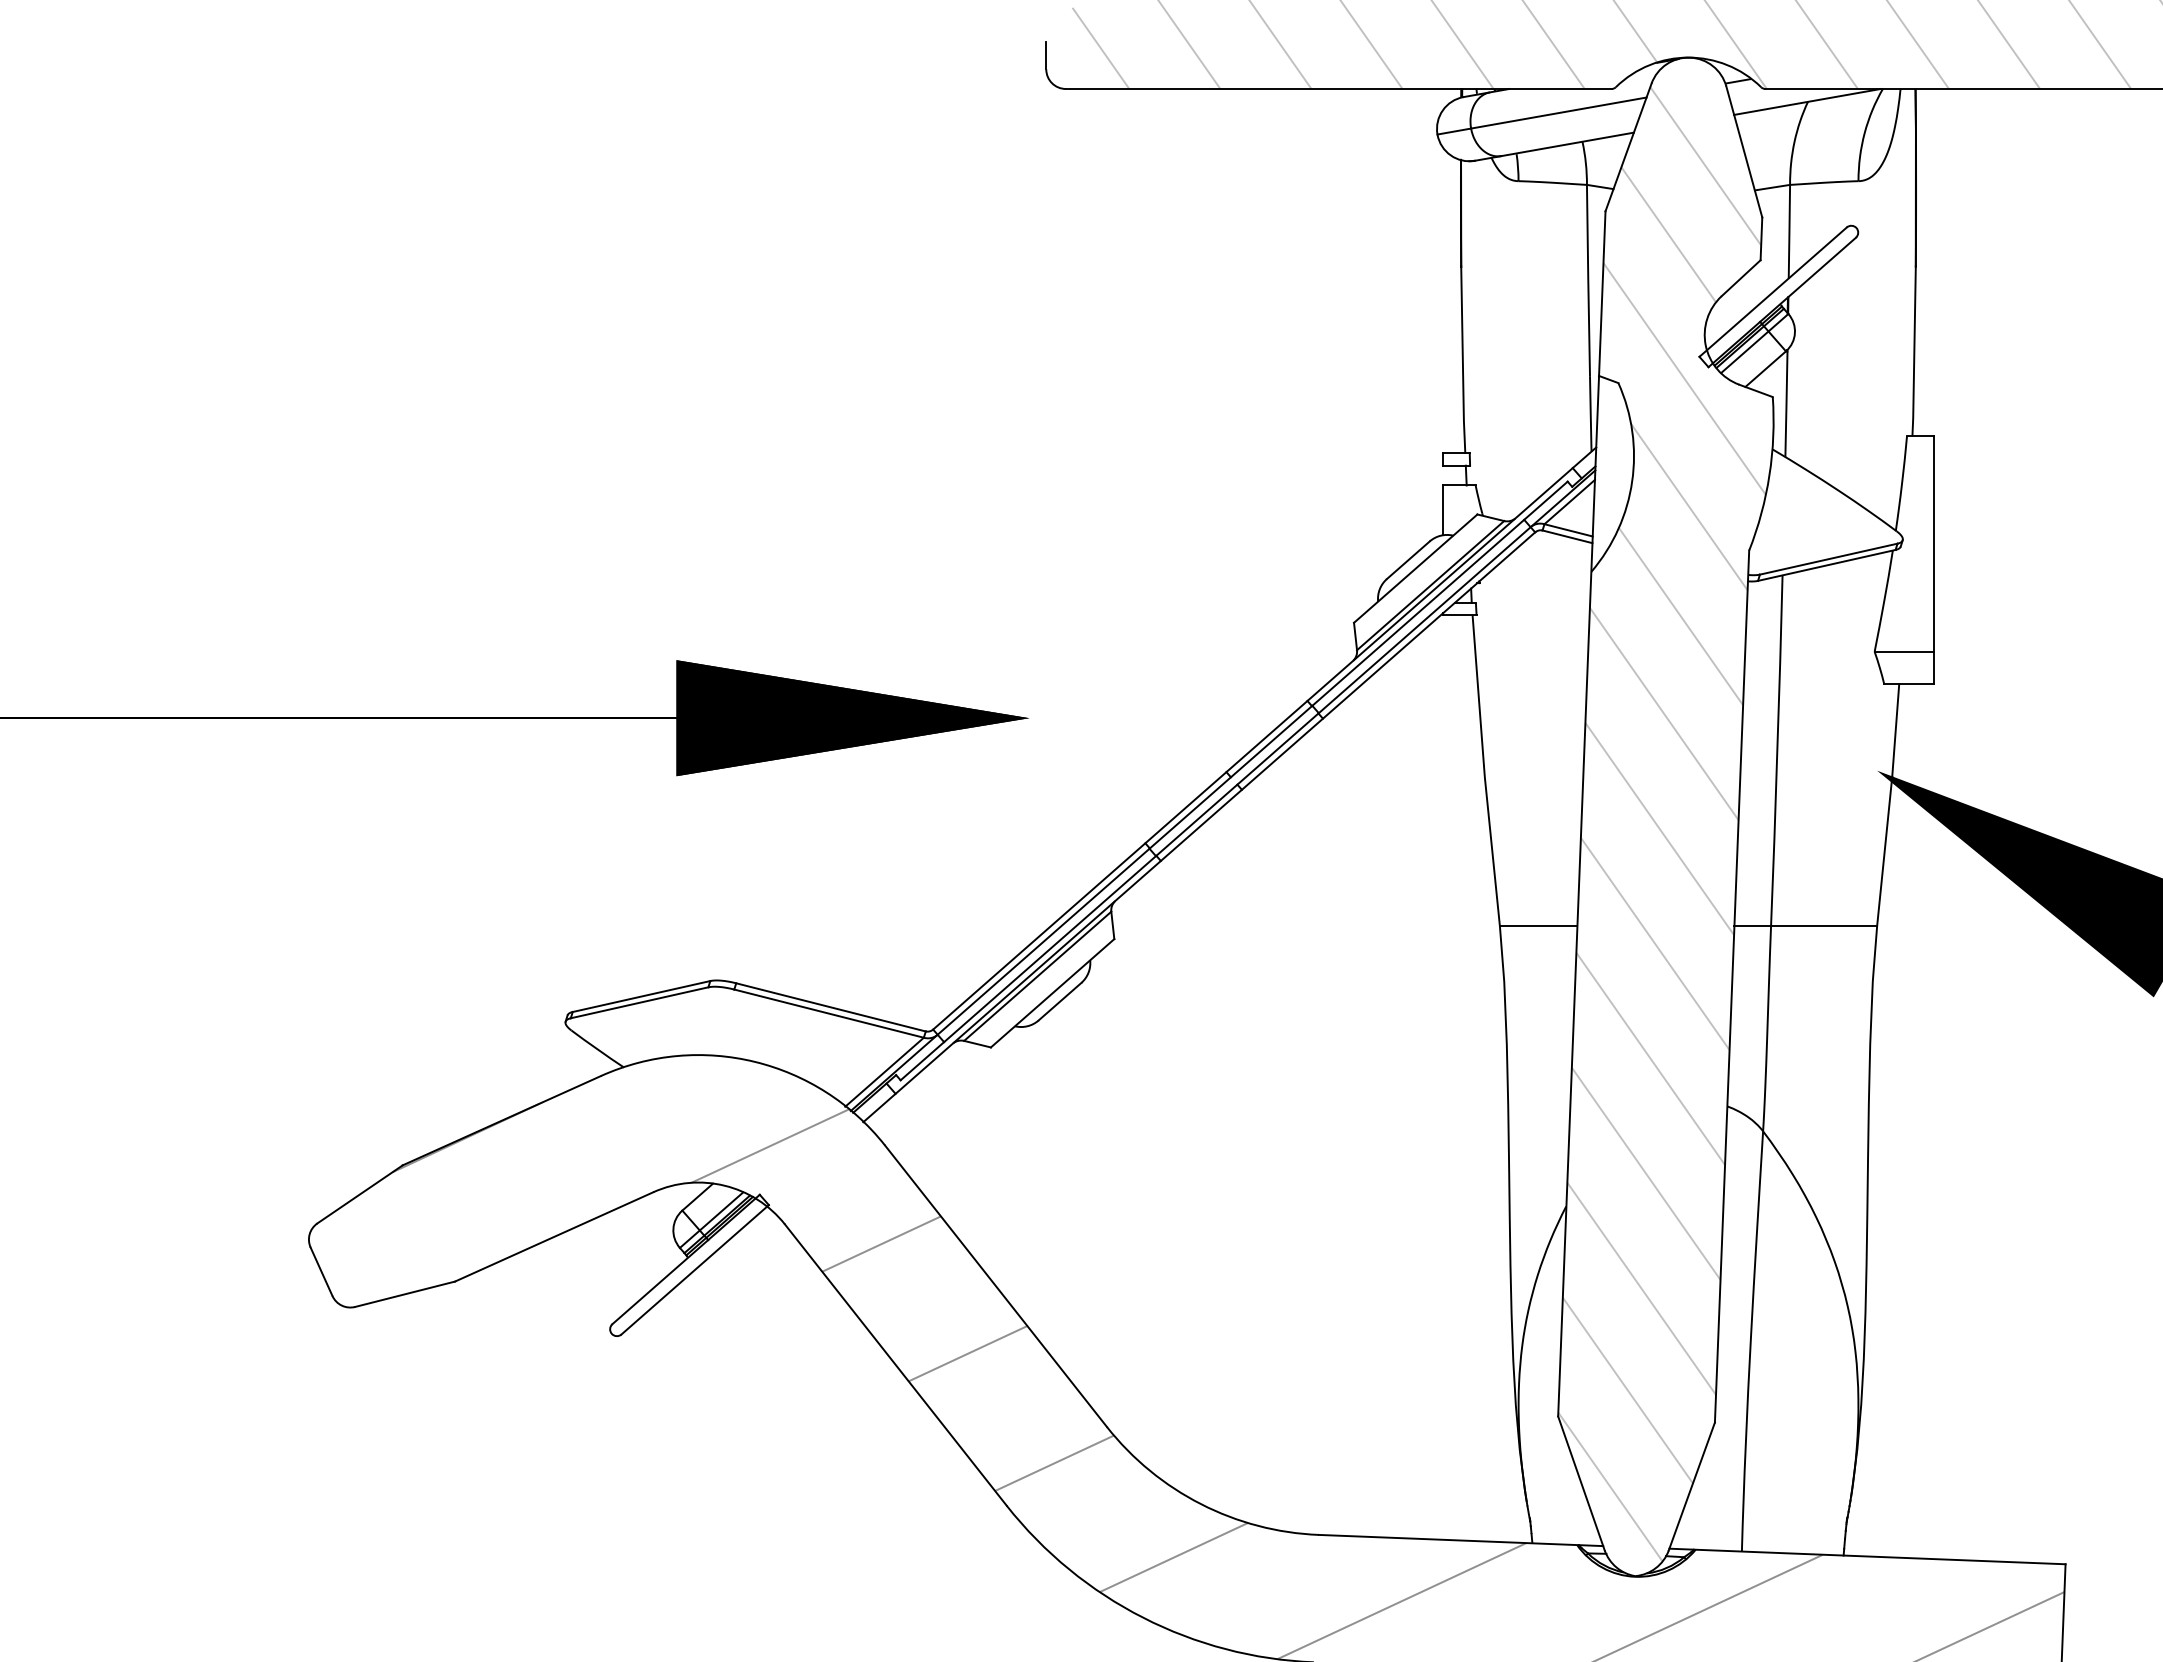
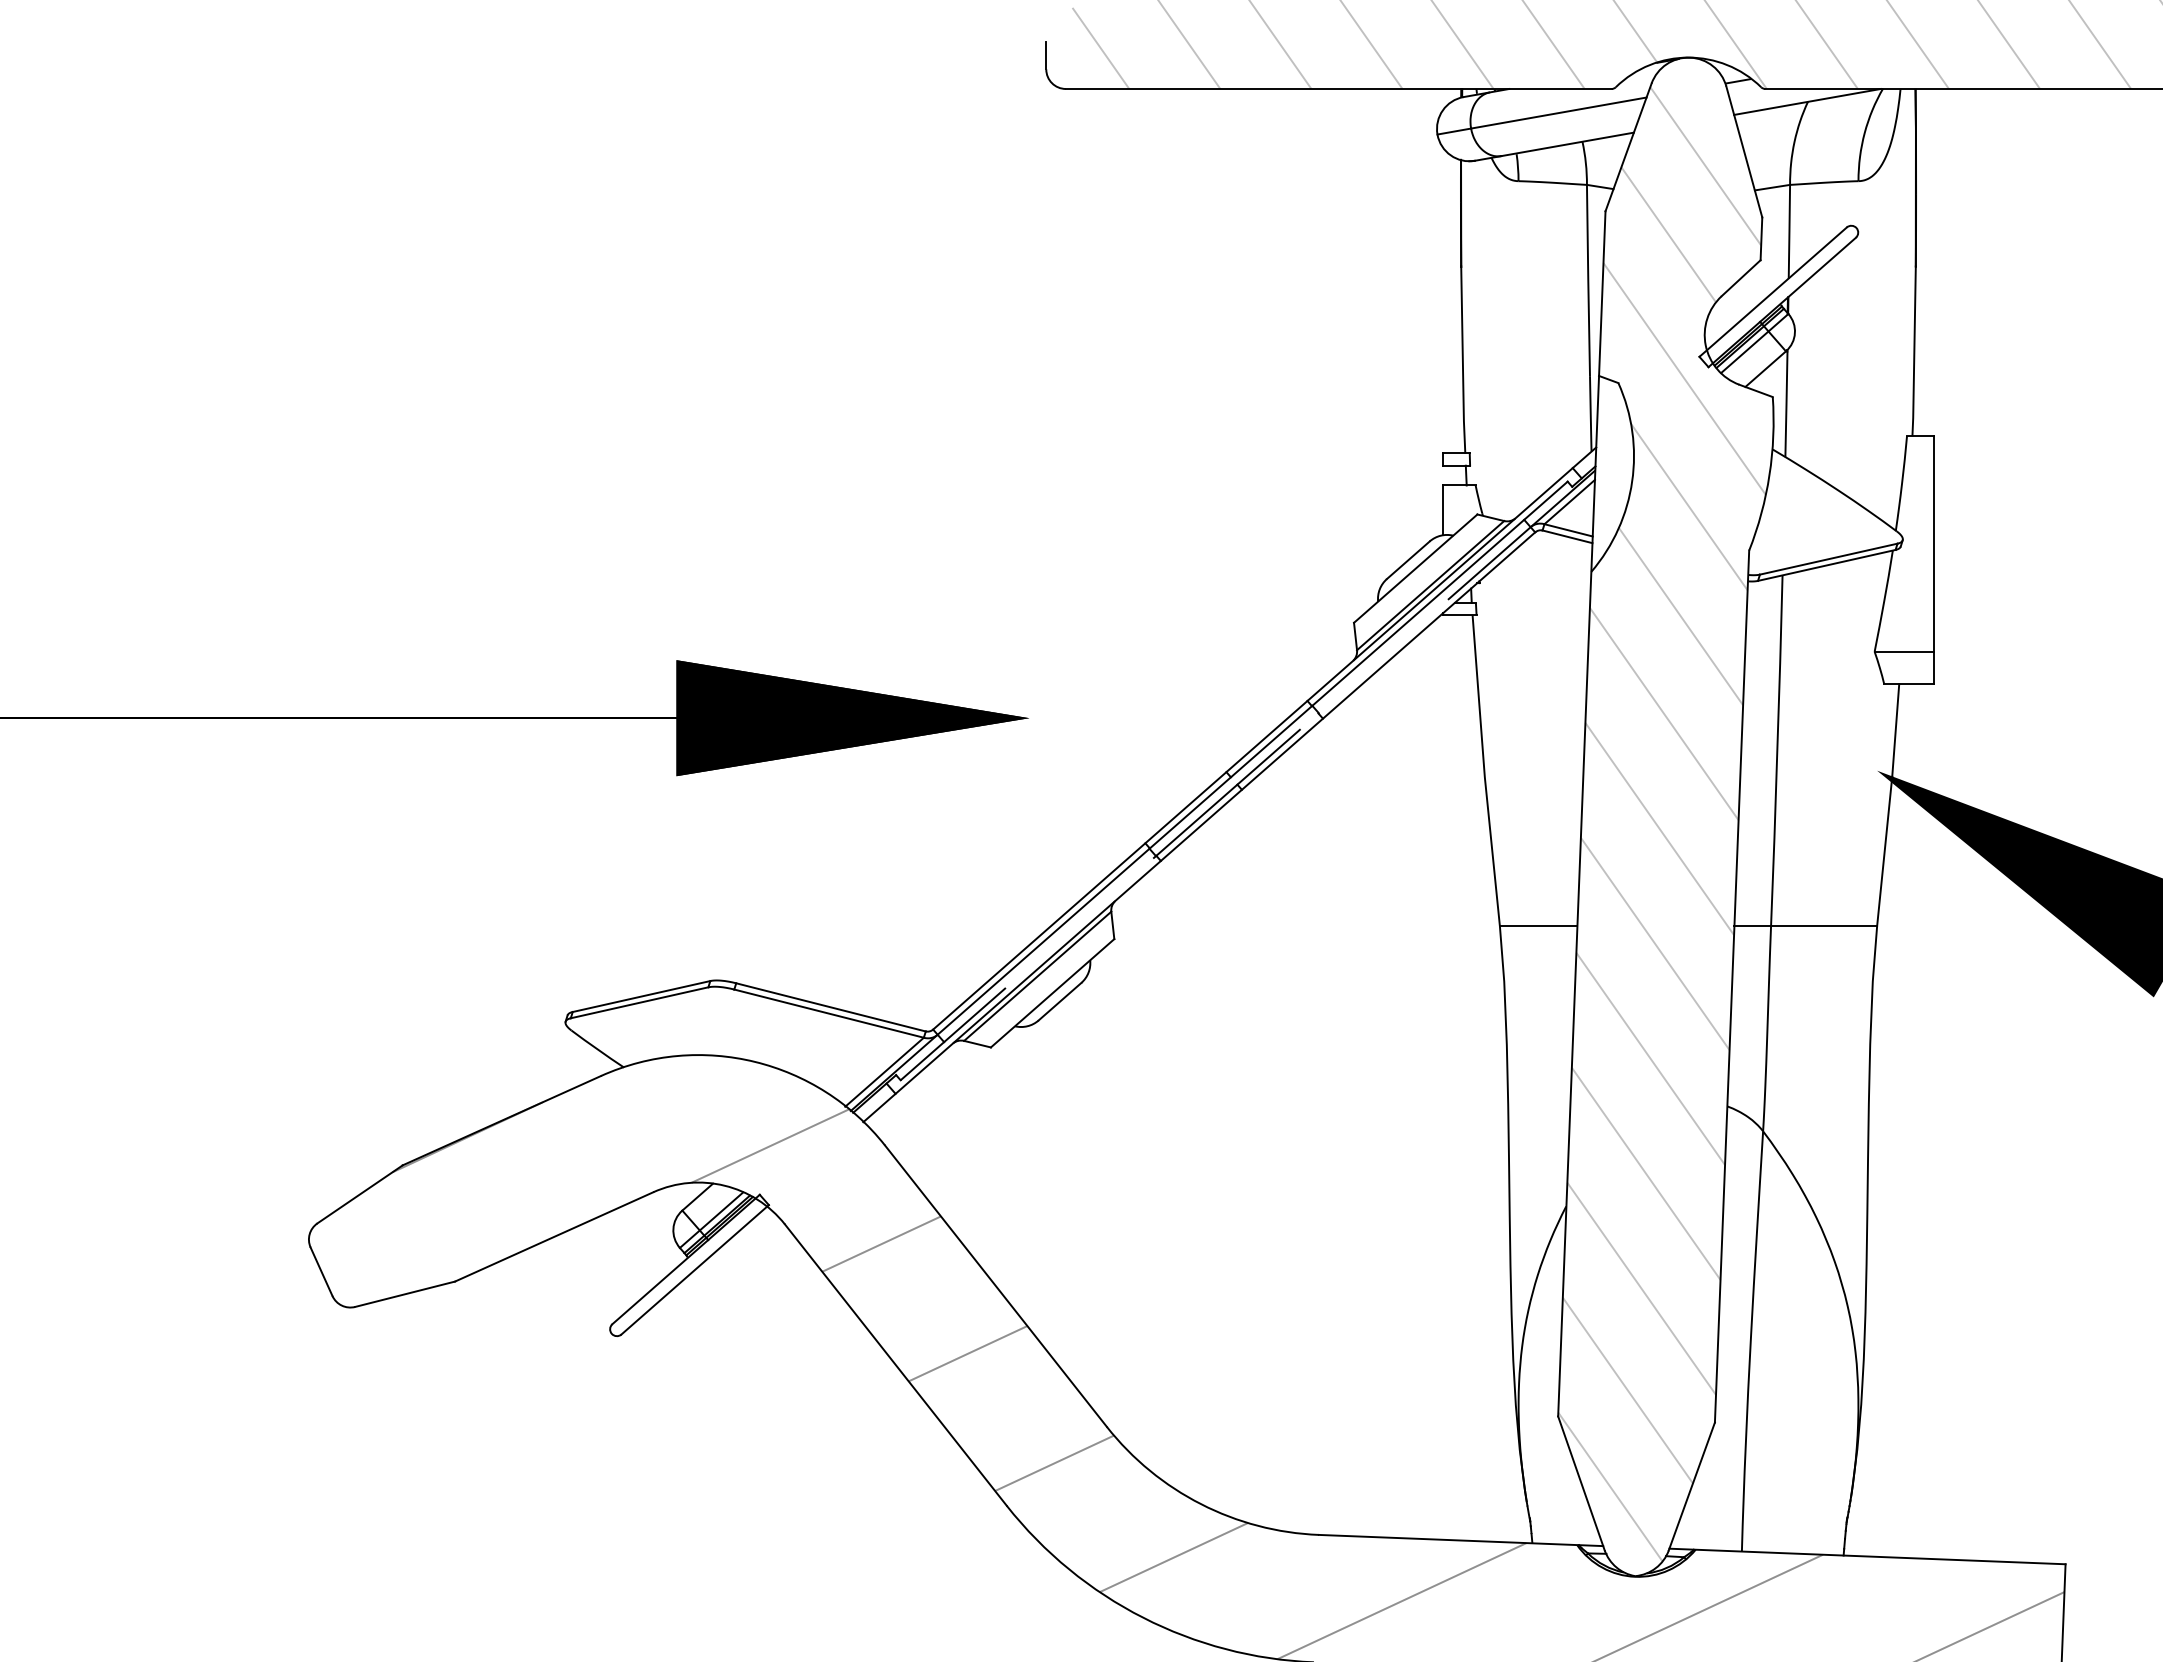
line at (1247, 775): solid -> dashed
